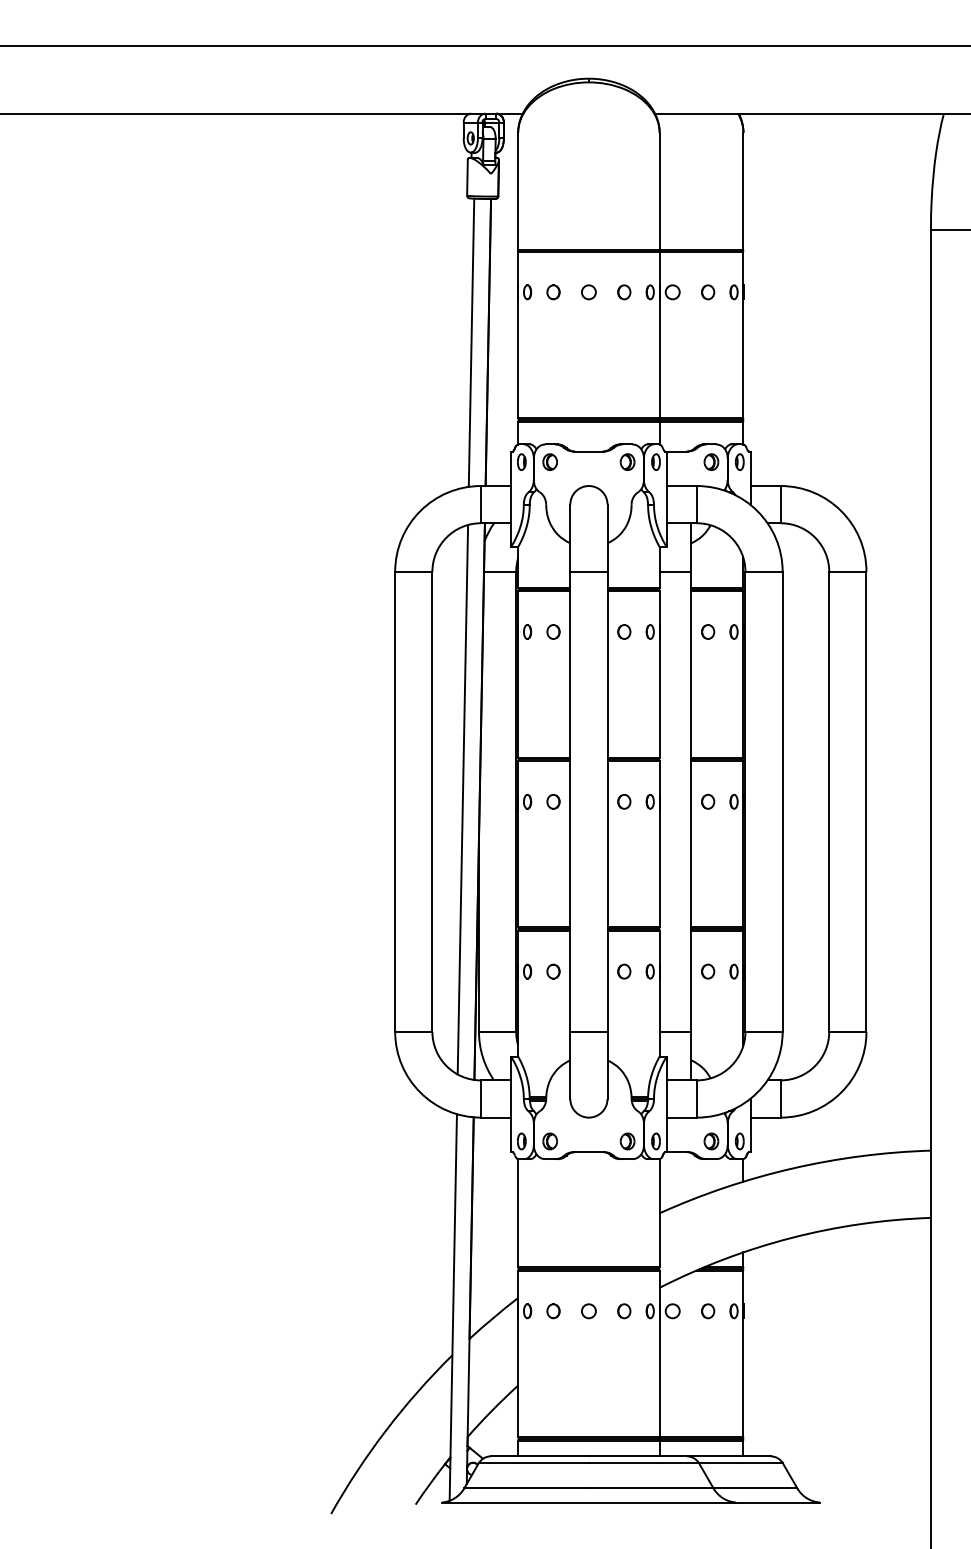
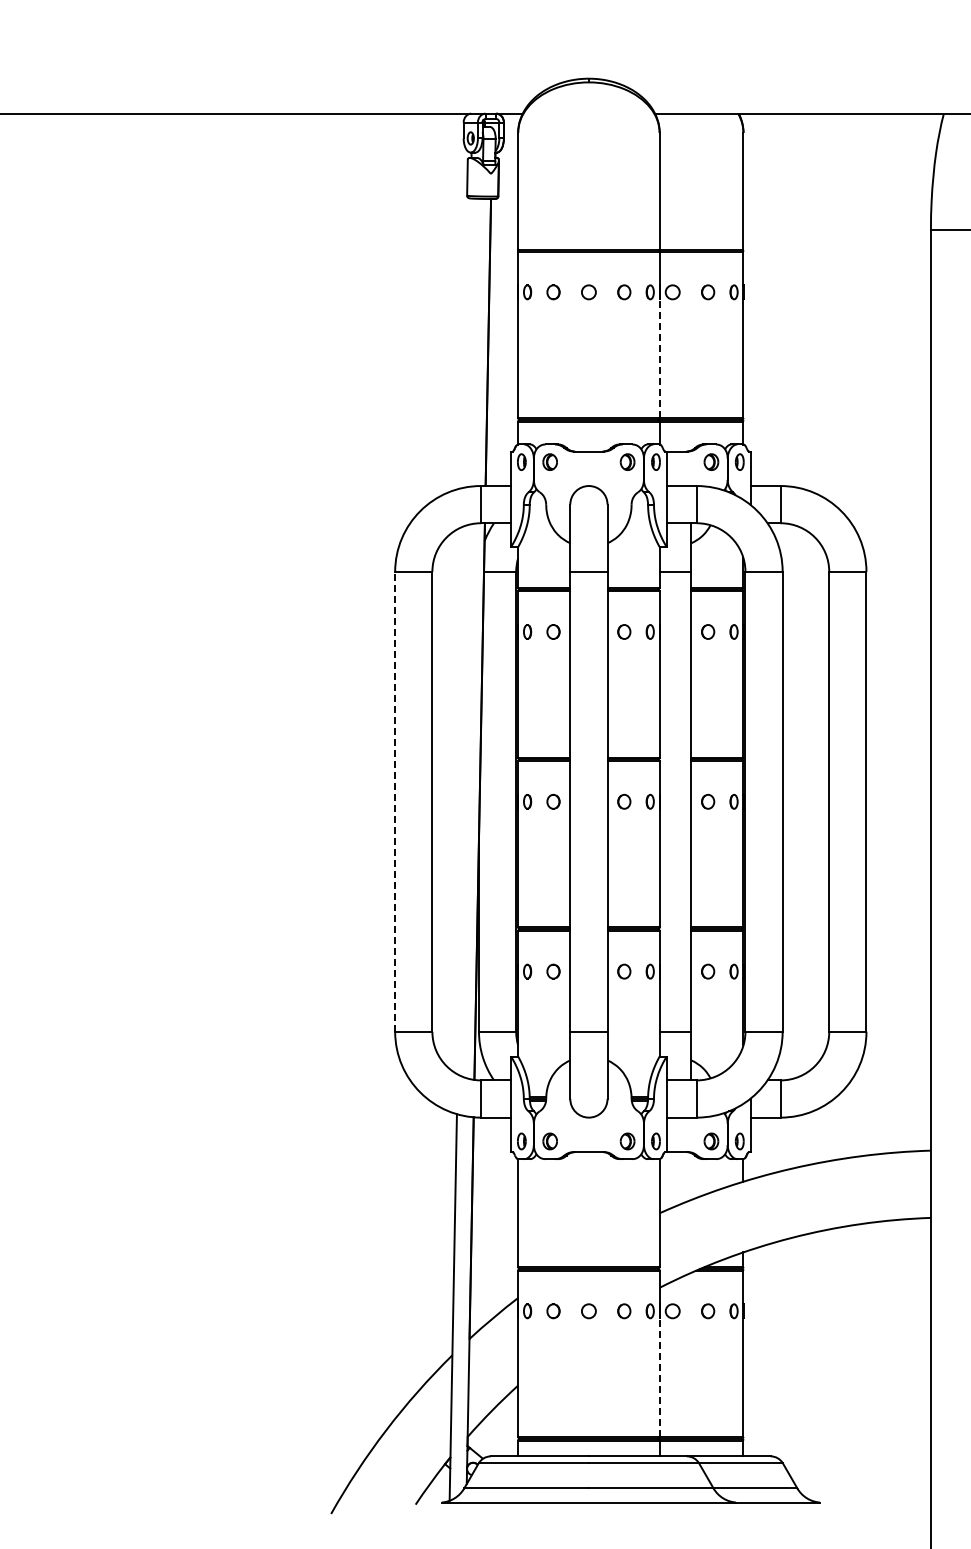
line at (484, 46): present -> none
line at (471, 342): present -> none
line at (659, 358): solid -> dashed
line at (462, 799): present -> none
line at (395, 801): solid -> dashed
line at (659, 1377): solid -> dashed
